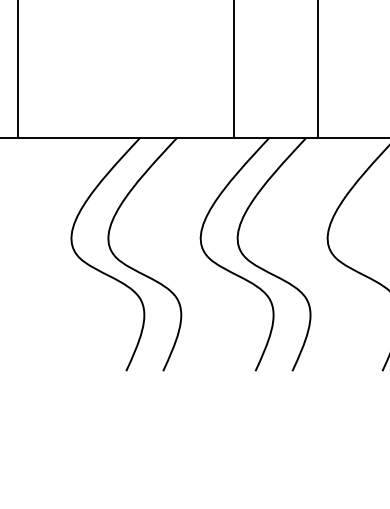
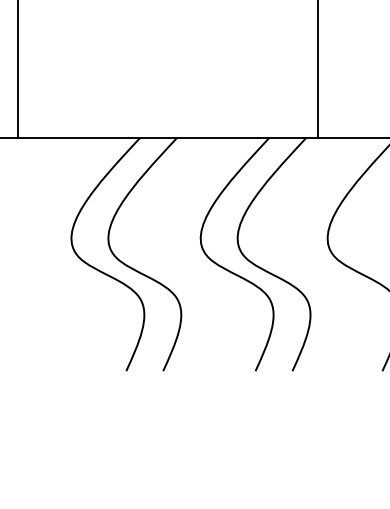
line at (234, 69): present -> none
